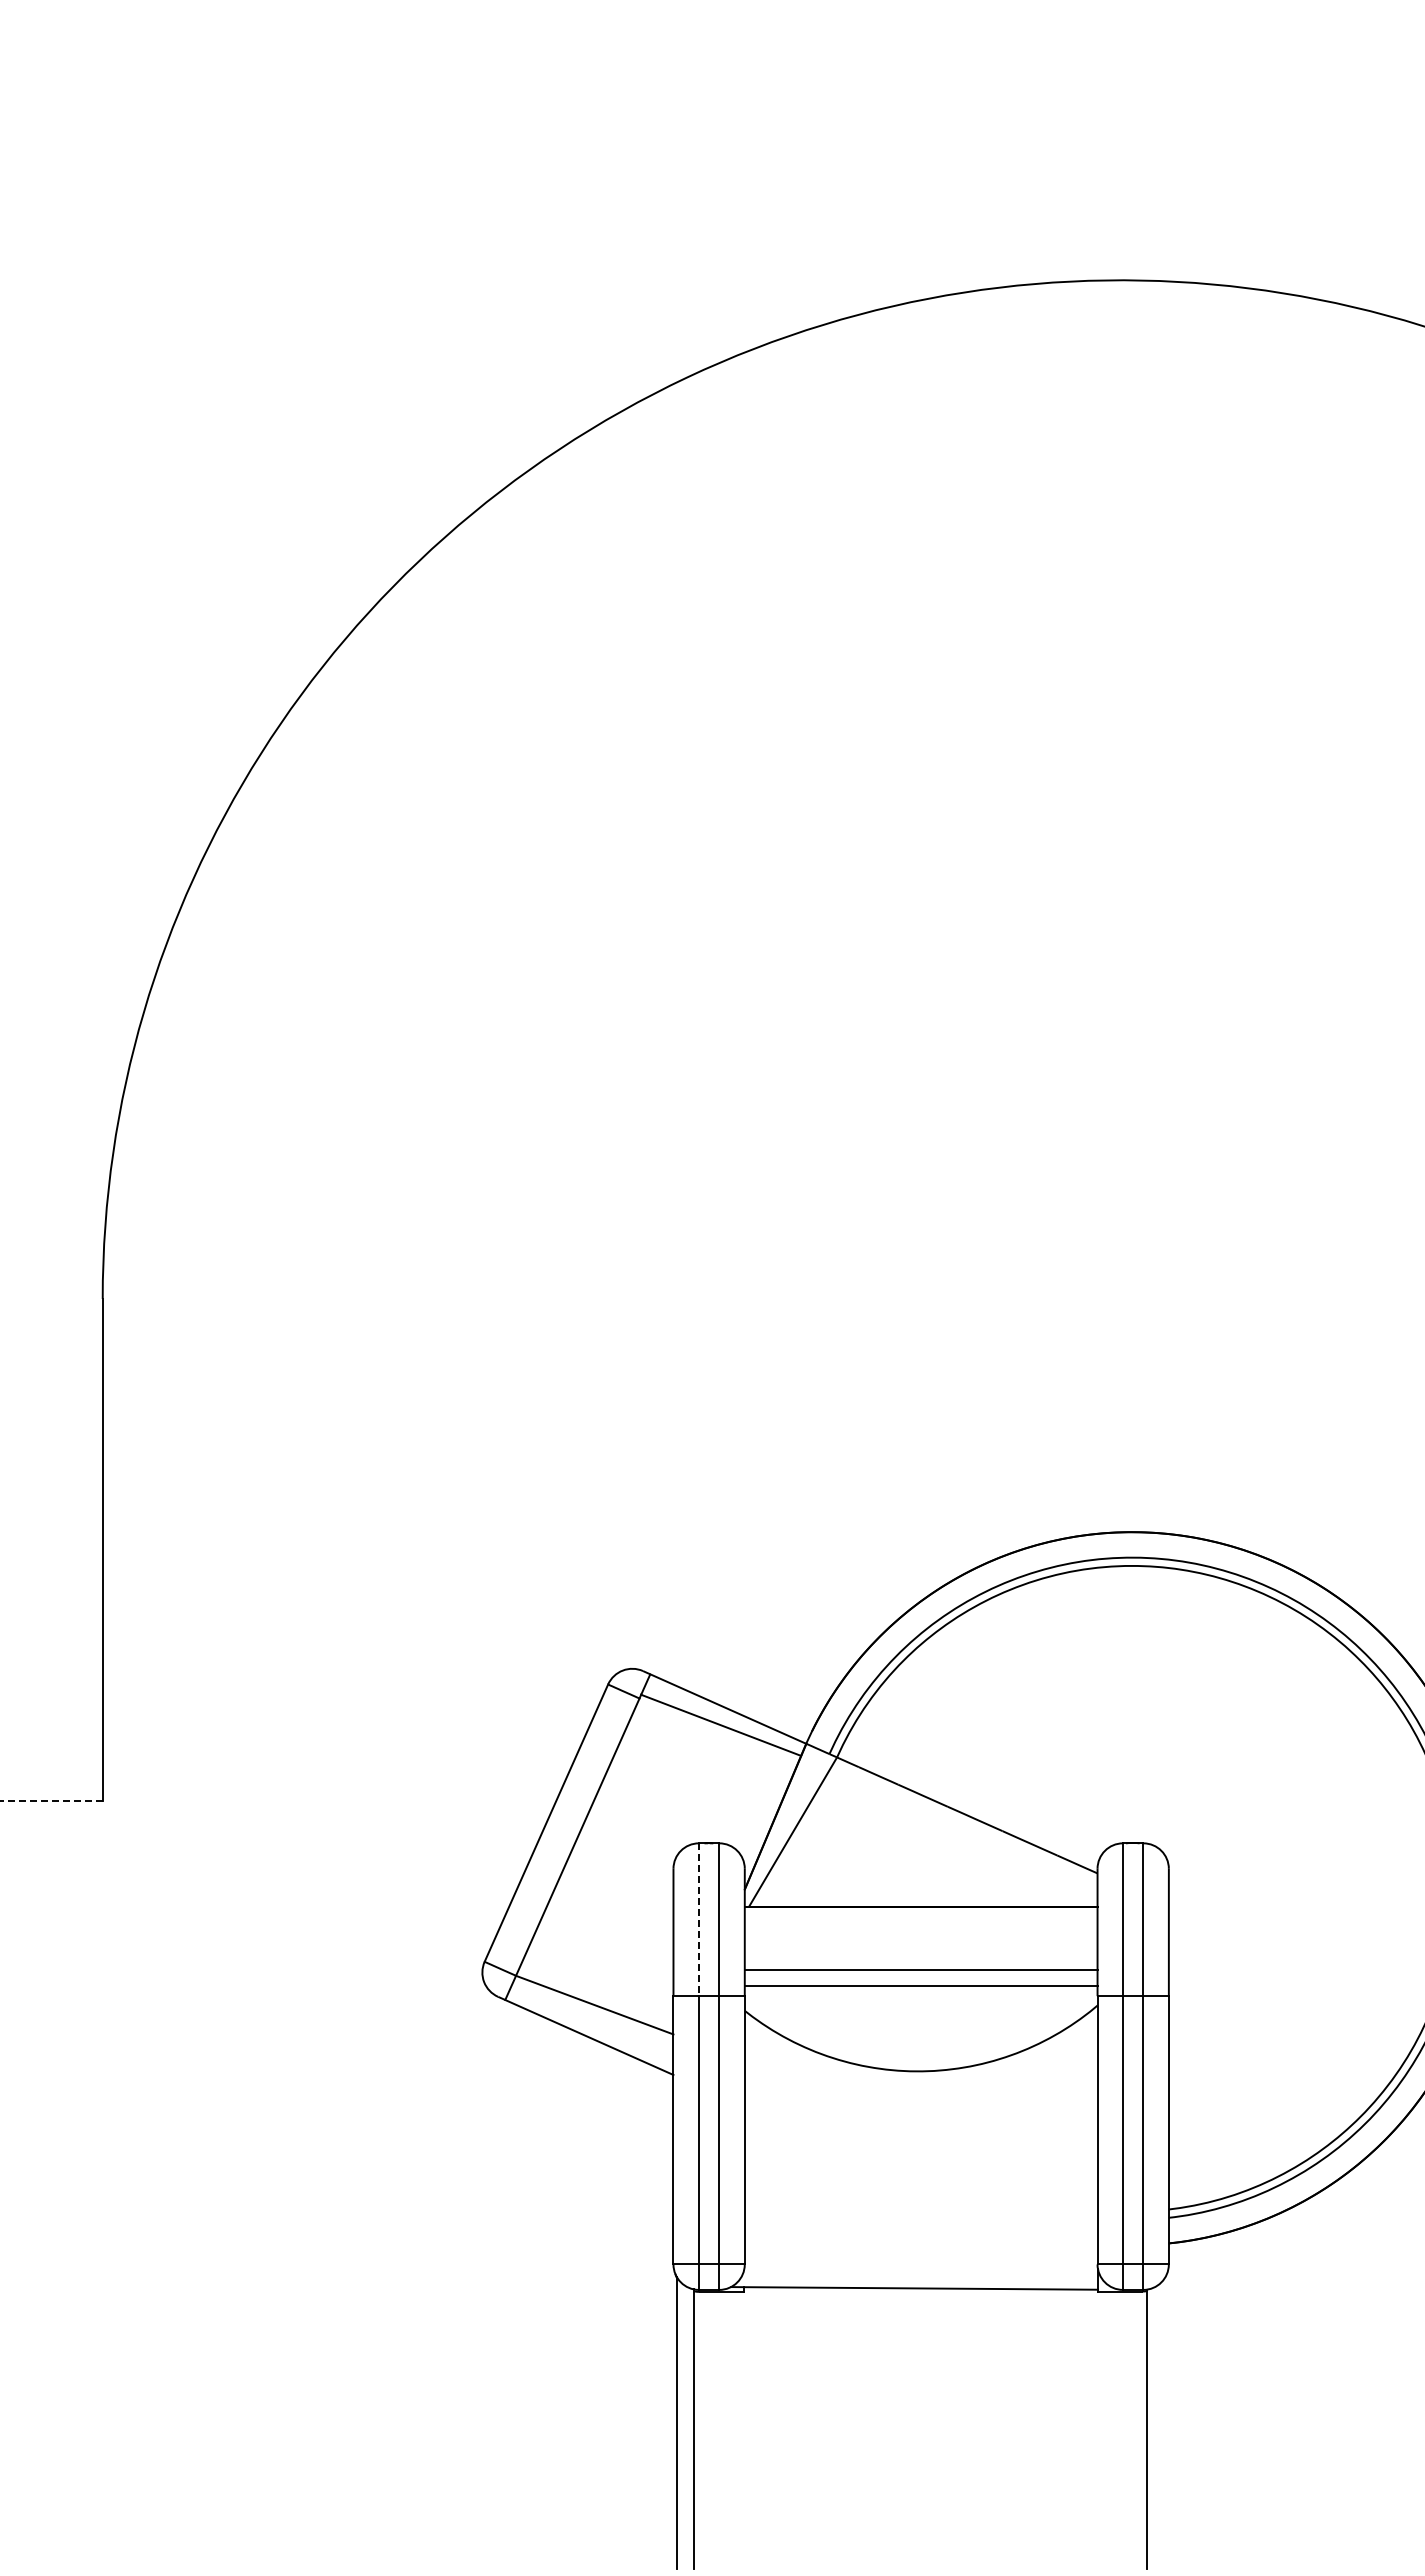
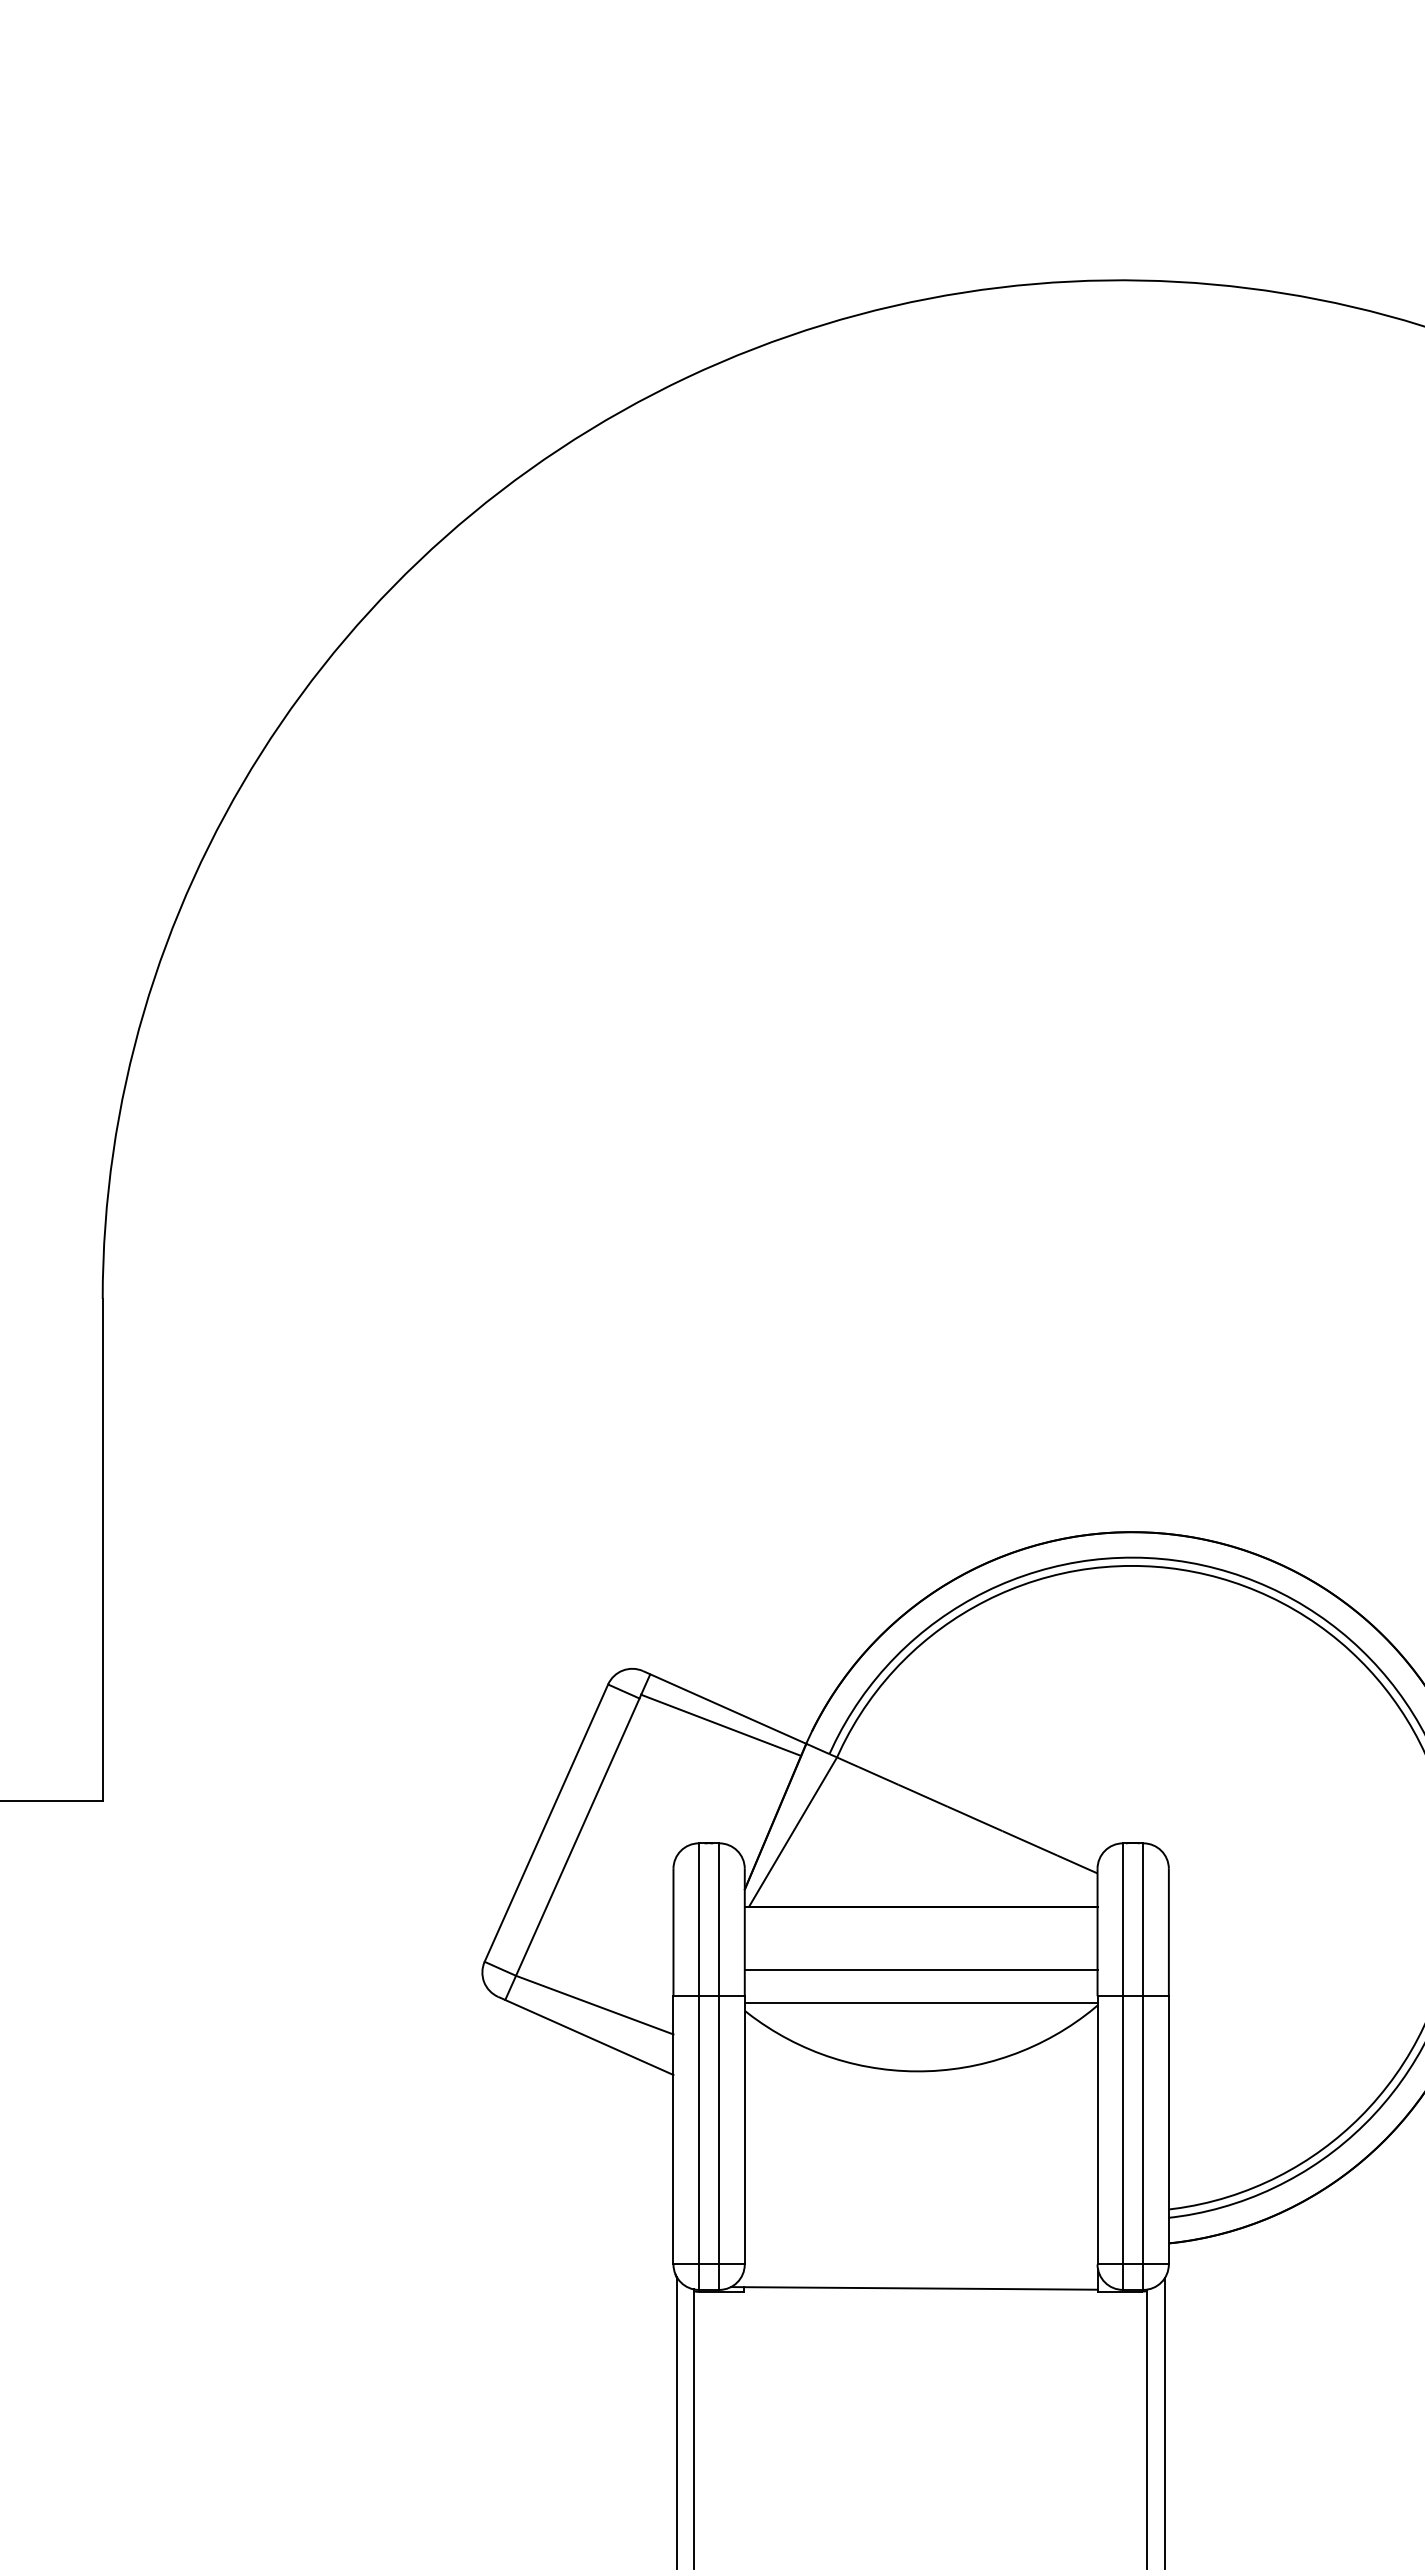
line at (51, 1801): dashed -> solid
line at (698, 1920): dashed -> solid
line at (920, 1986) position: (920, 1986) -> (920, 2003)
line at (1164, 2423): none -> present
